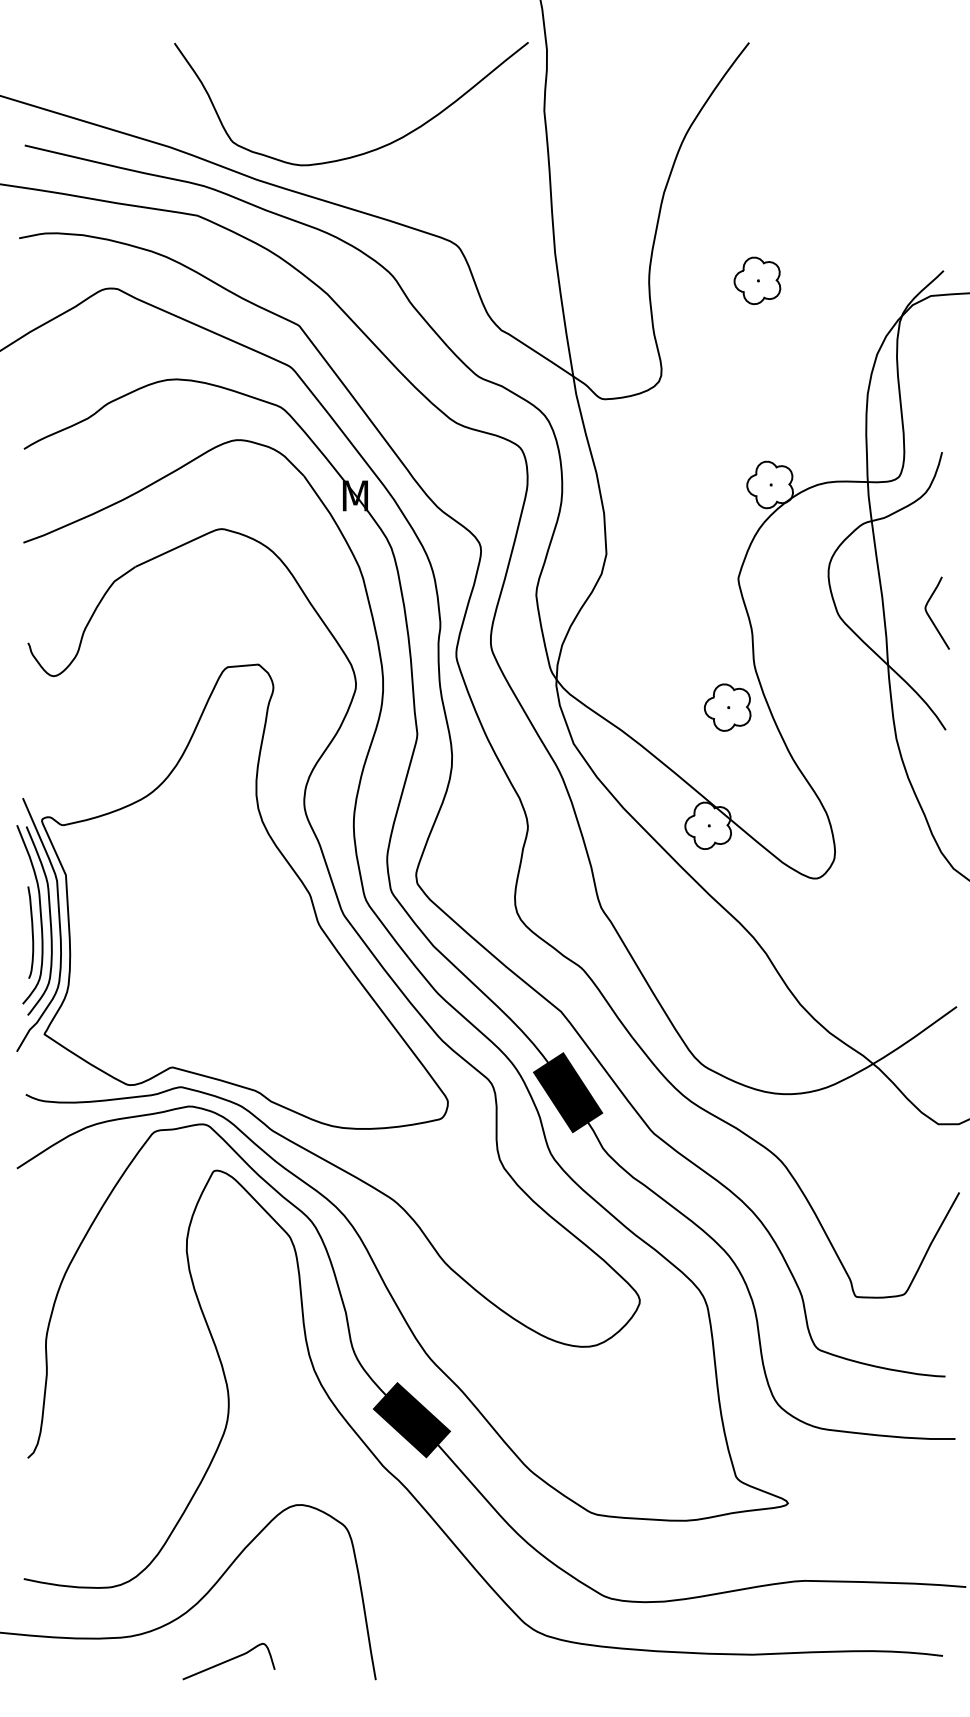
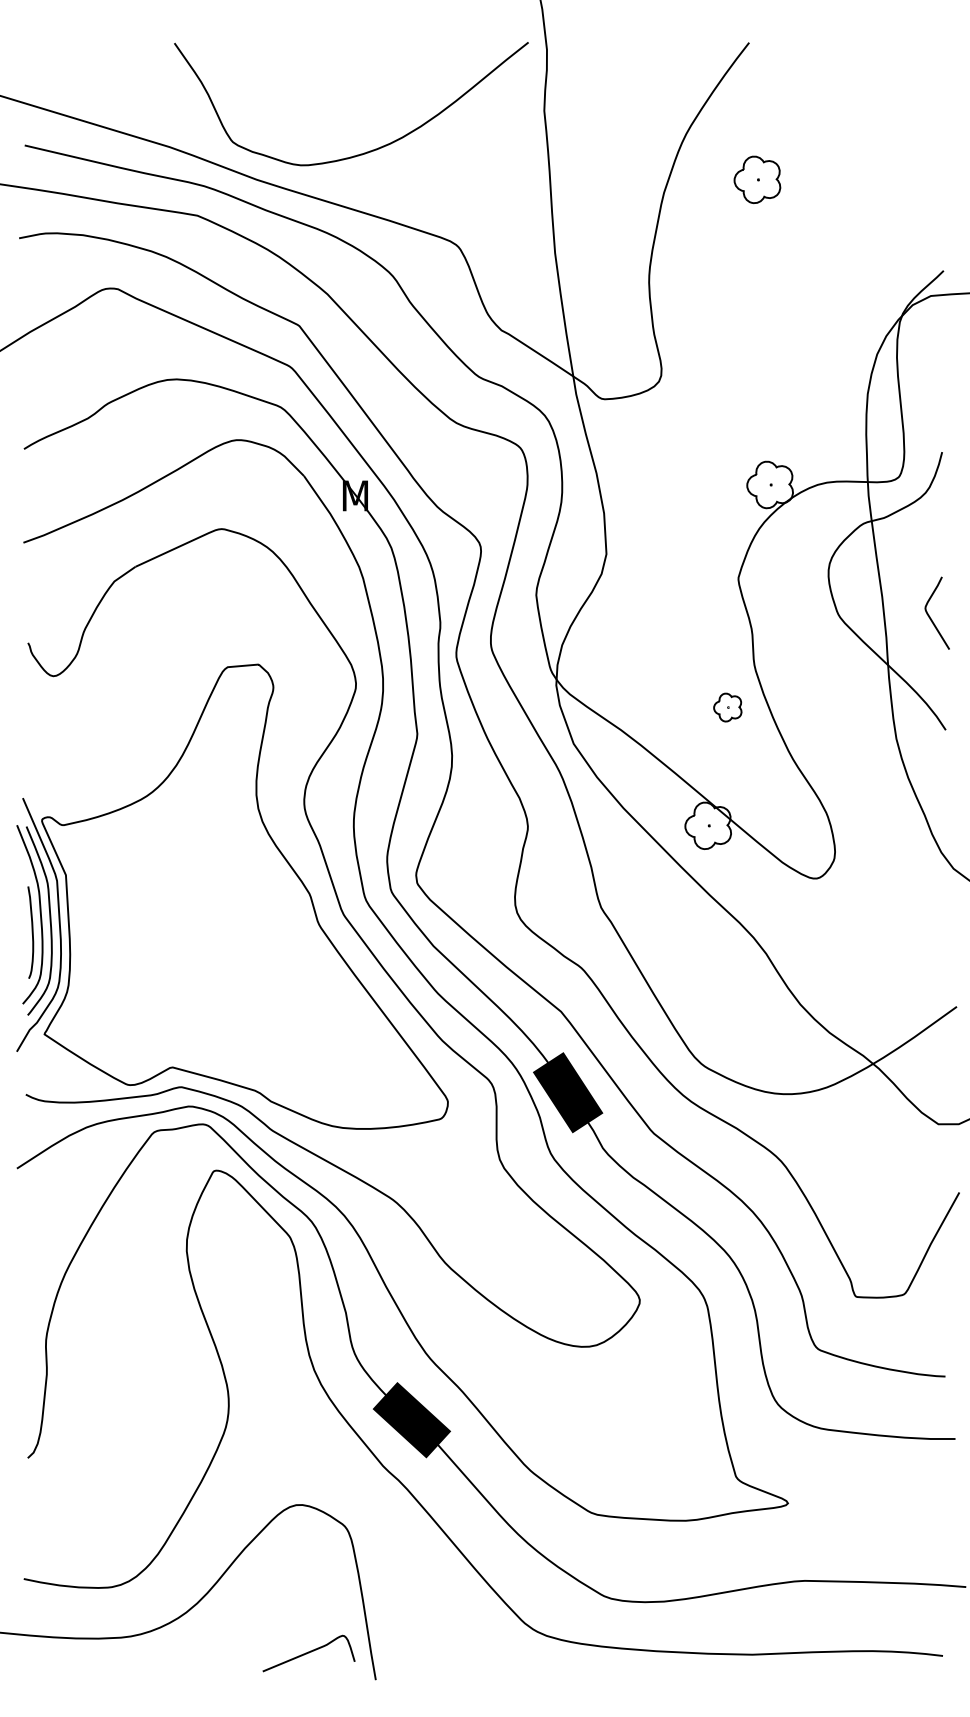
part at (757, 280) position: (757, 280) -> (757, 179)
part at (727, 707) size: 48x49 px -> 30x31 px
curve at (228, 1661) position: (228, 1661) -> (308, 1653)
